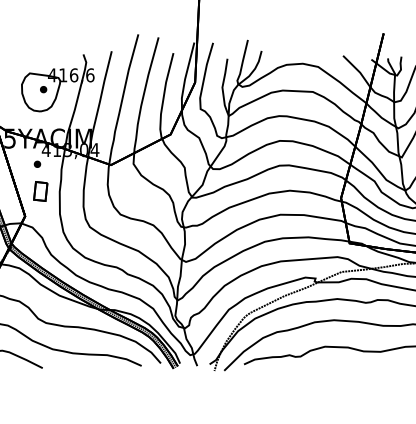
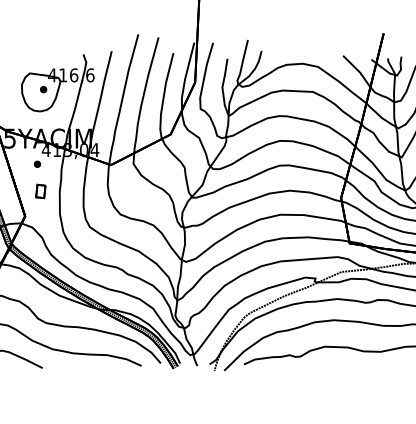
part at (40, 191) size: 16x21 px -> 12x17 px
